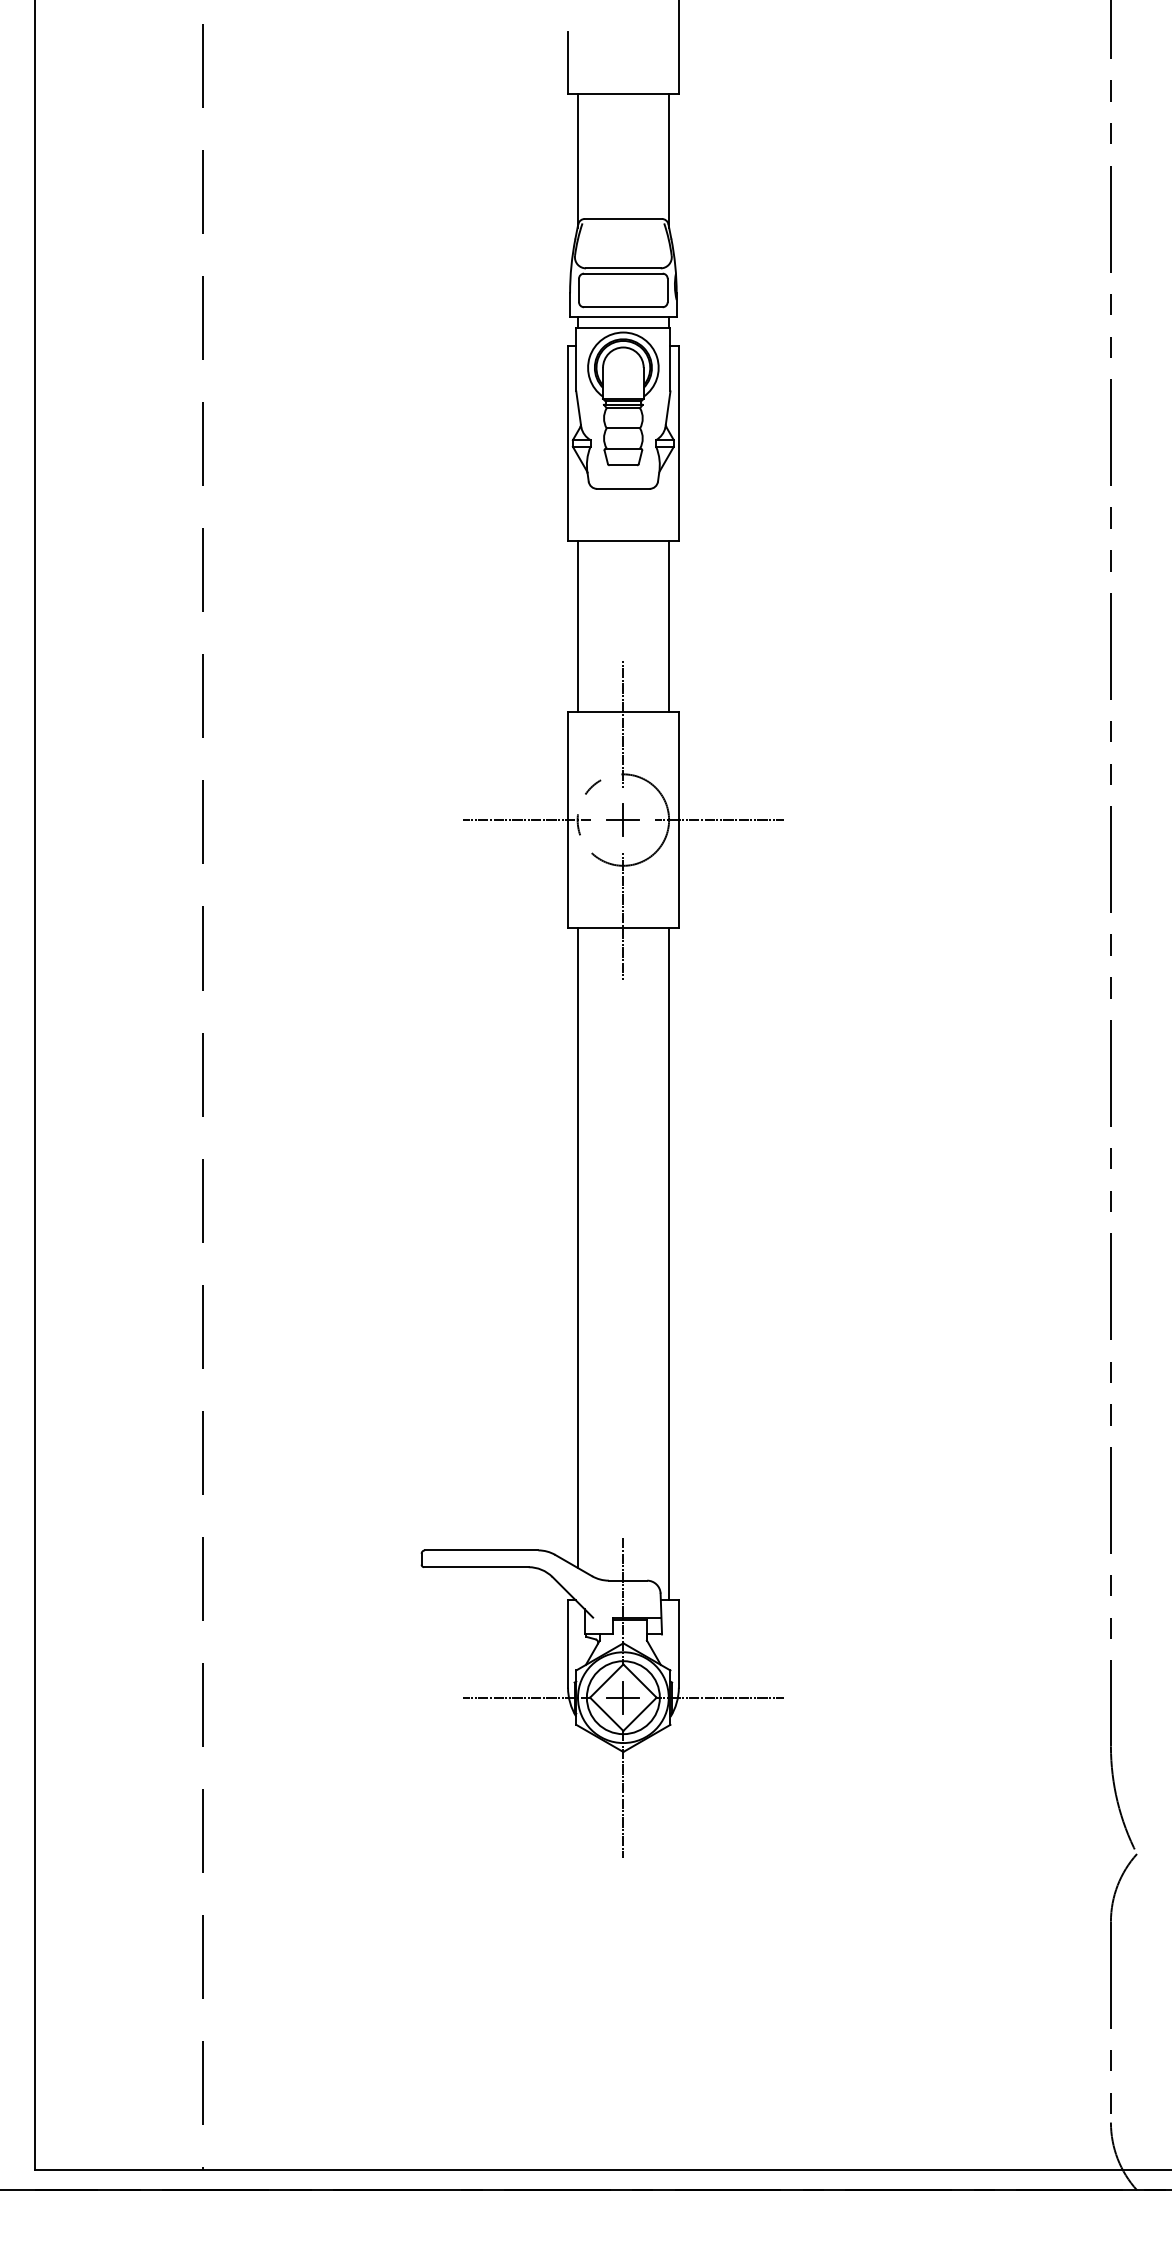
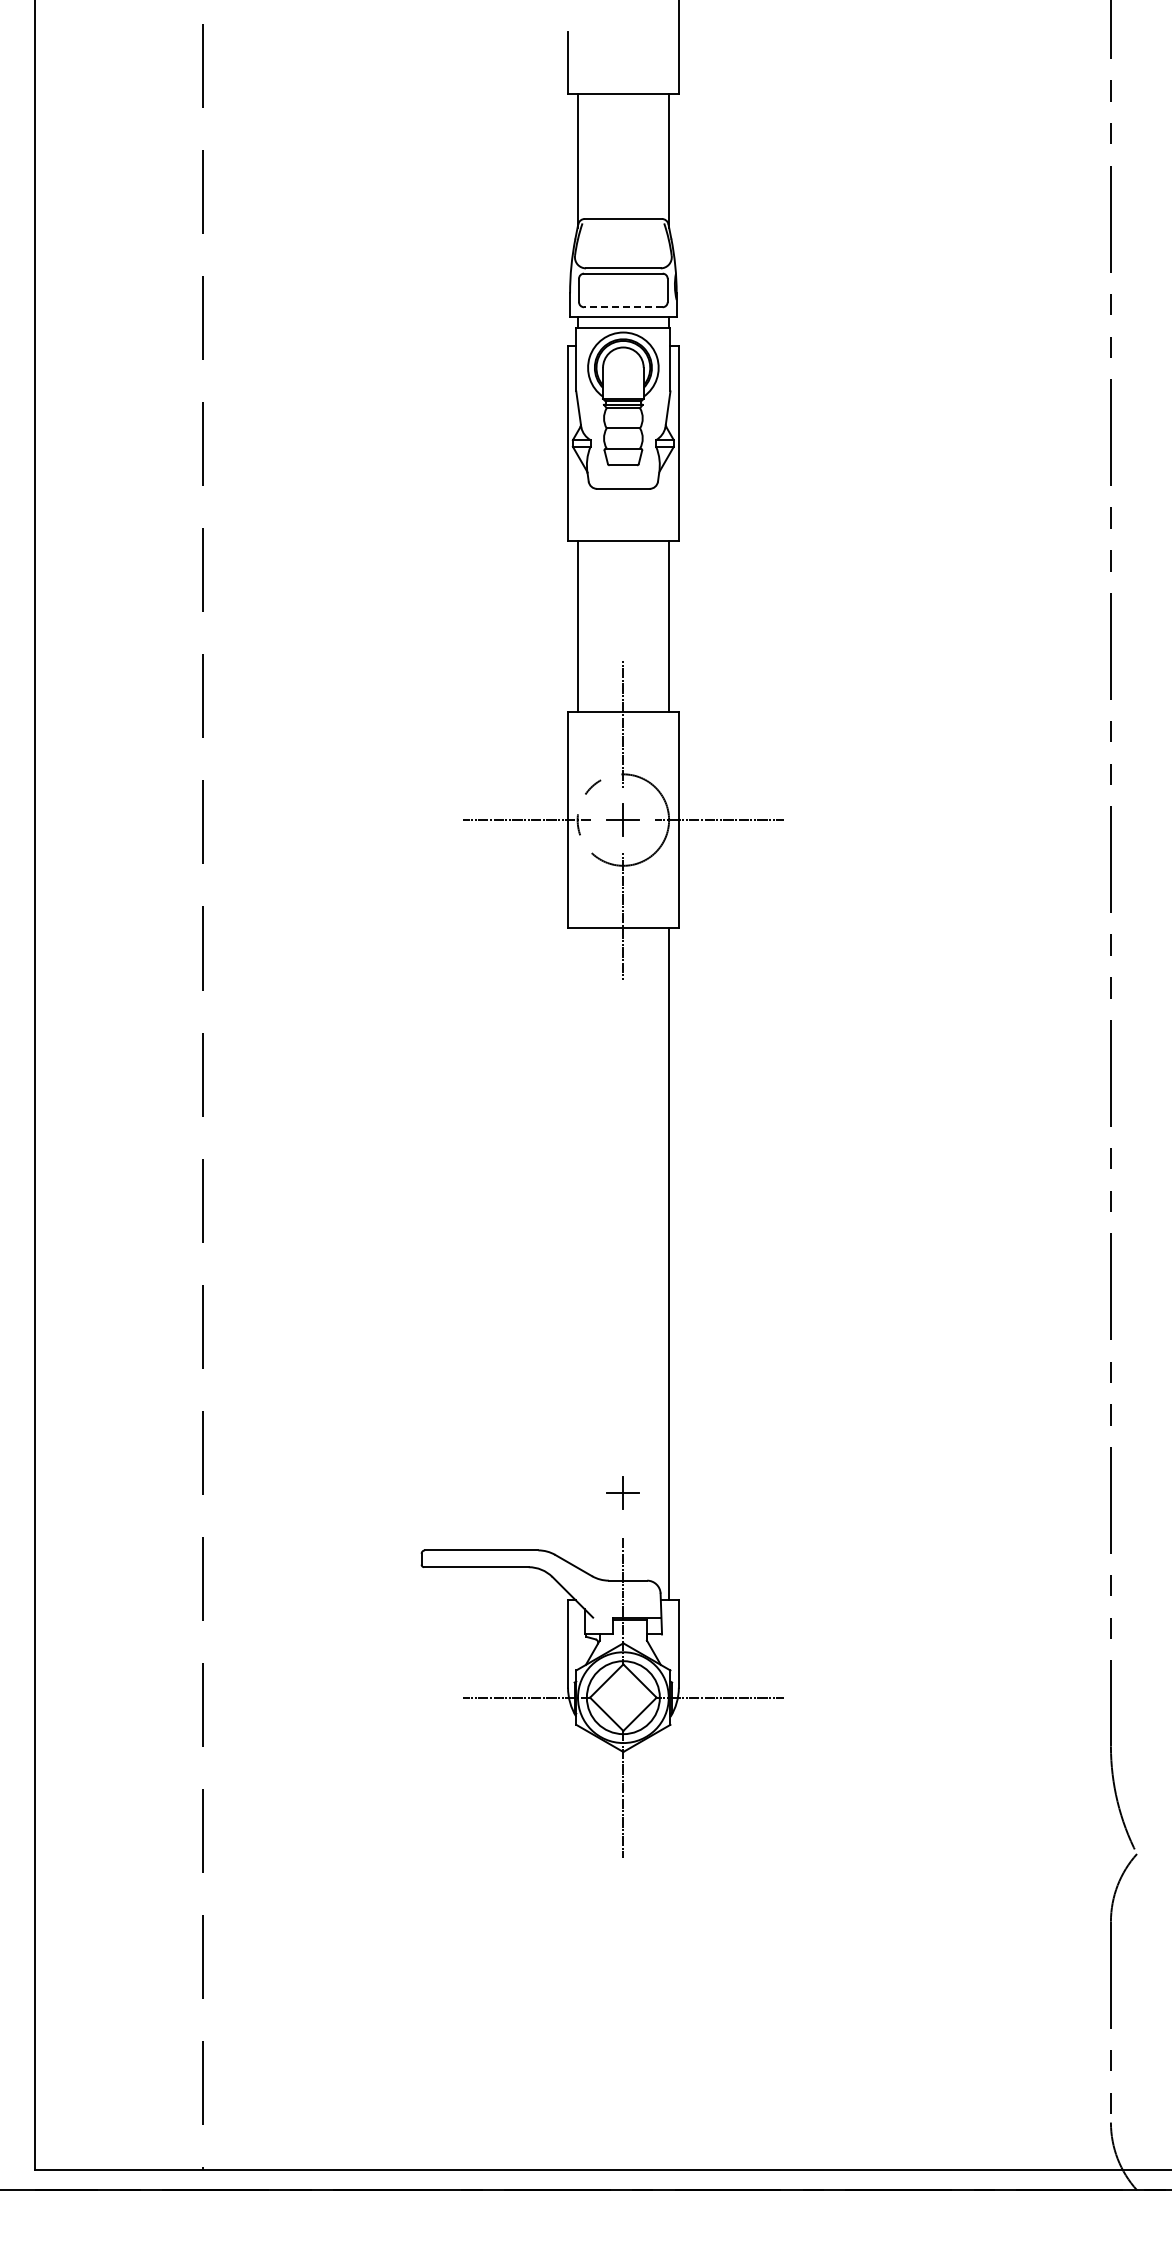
line at (622, 307): solid -> dashed
line at (577, 1247): present -> none
part at (622, 1697) position: (622, 1697) -> (622, 1492)
